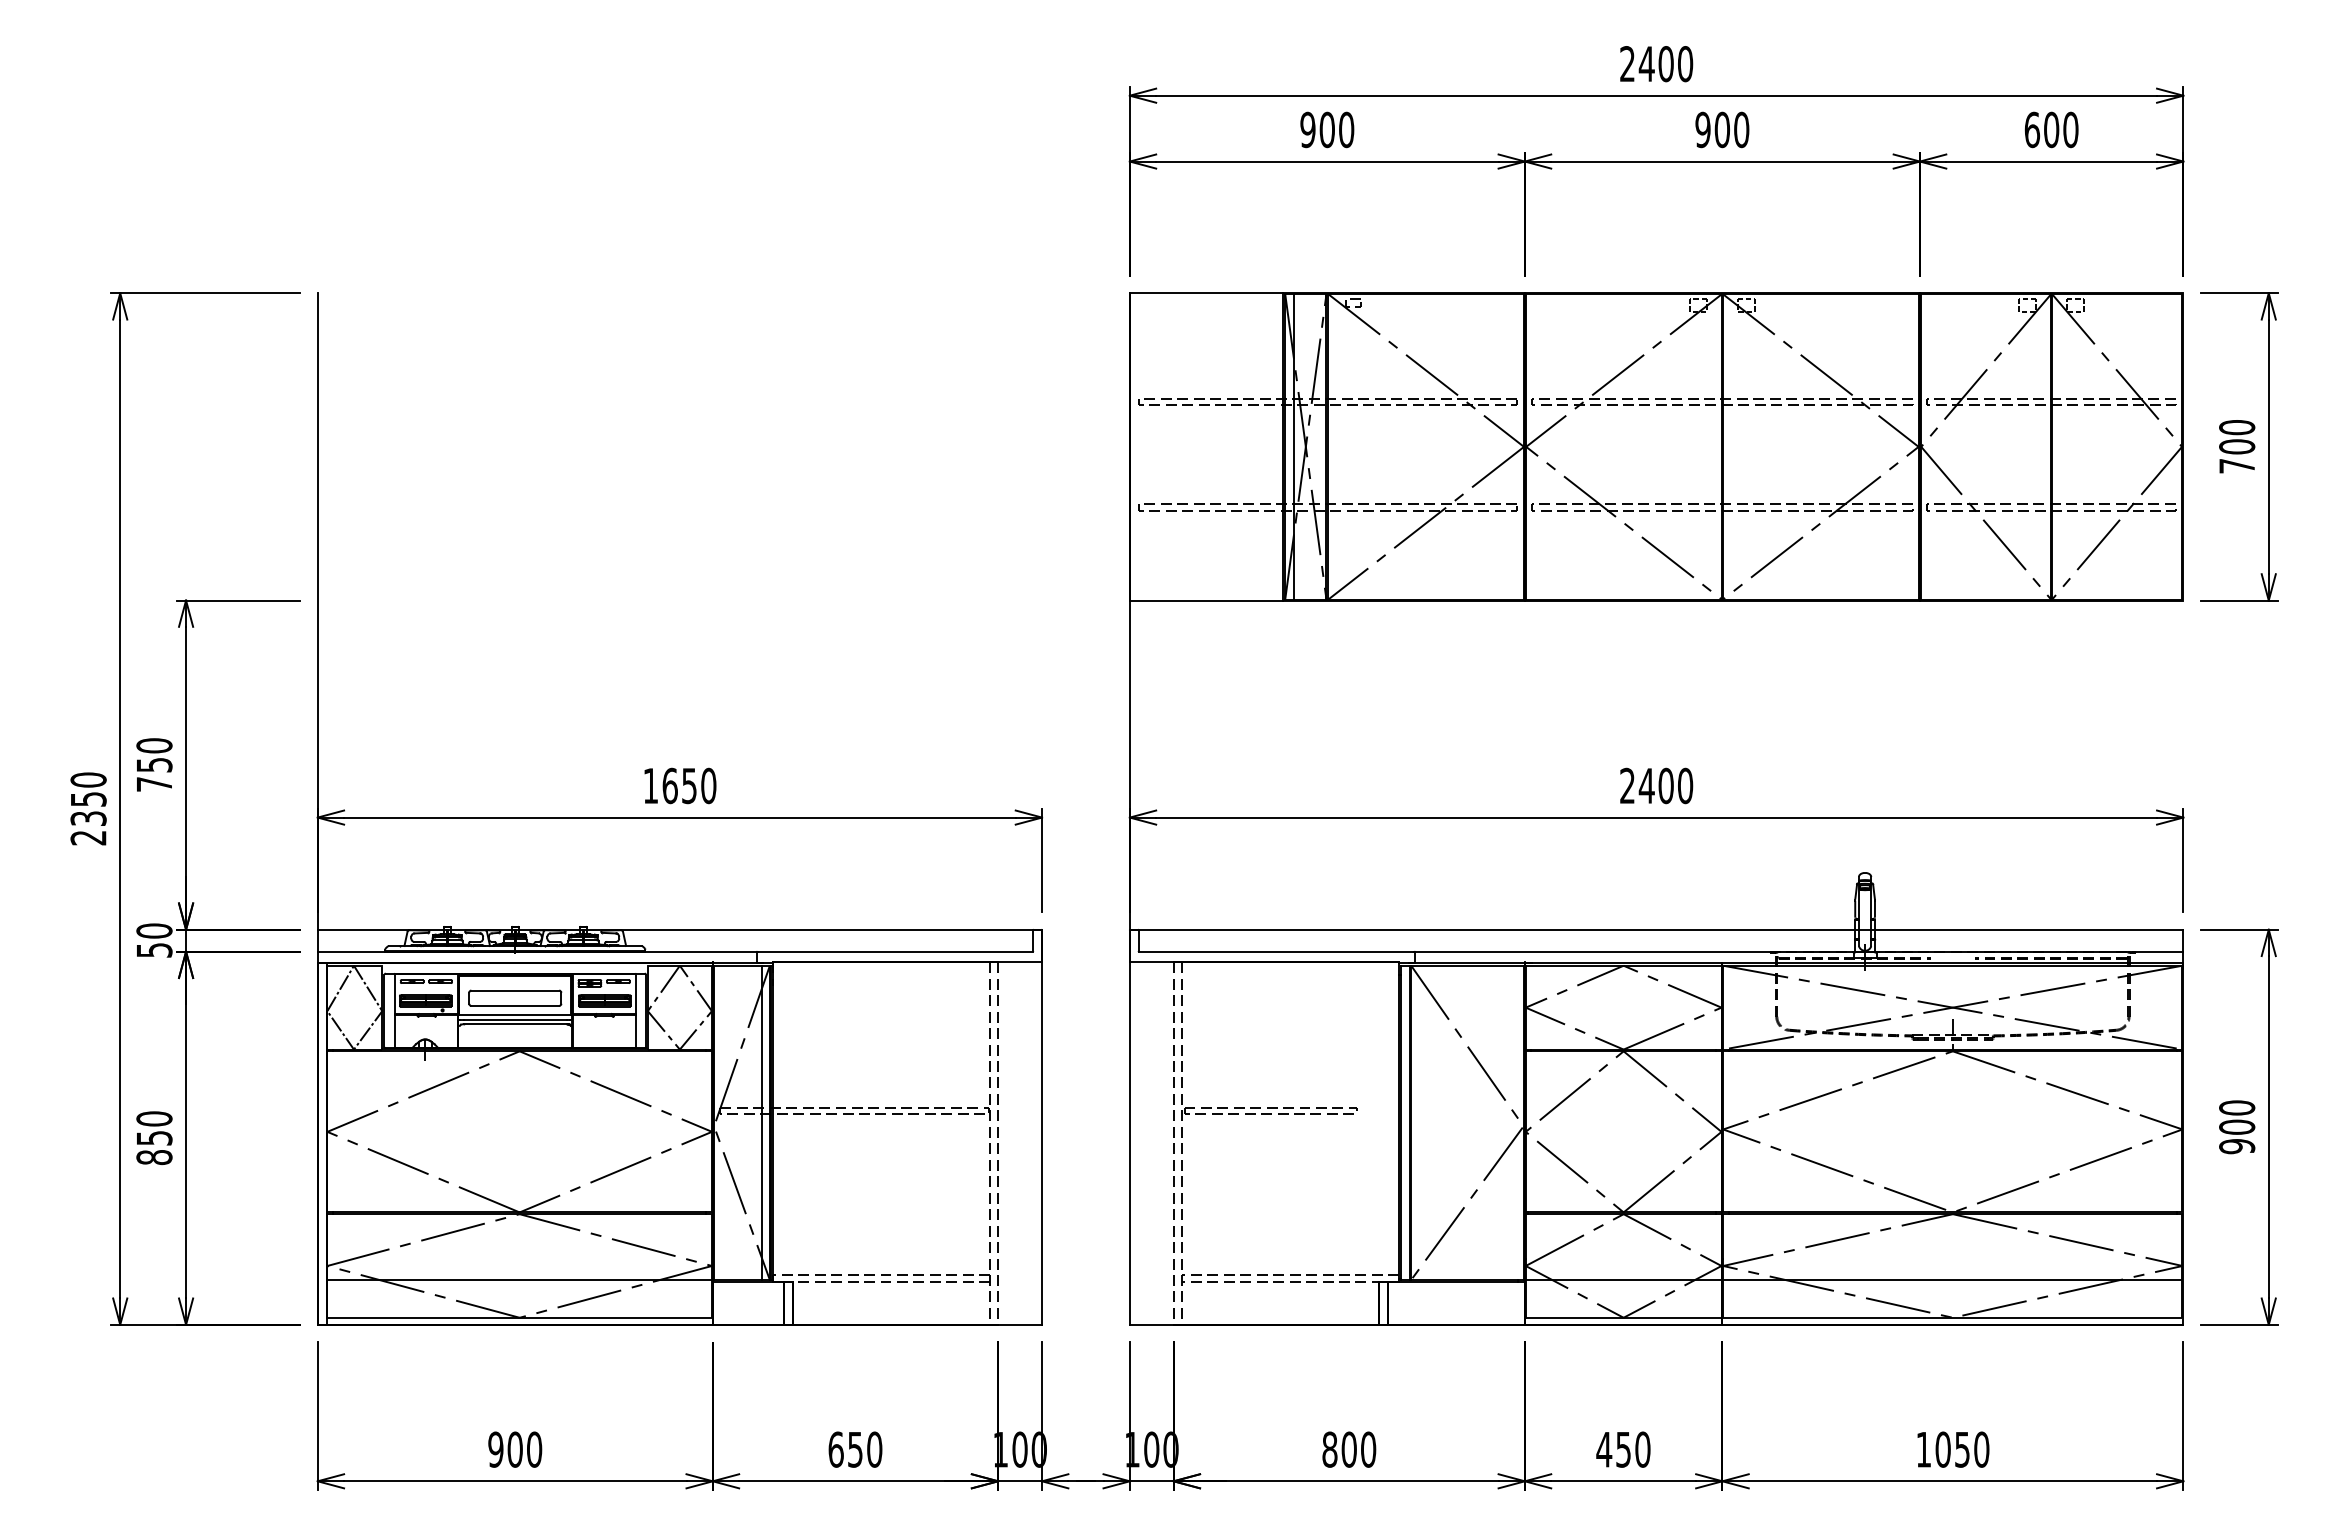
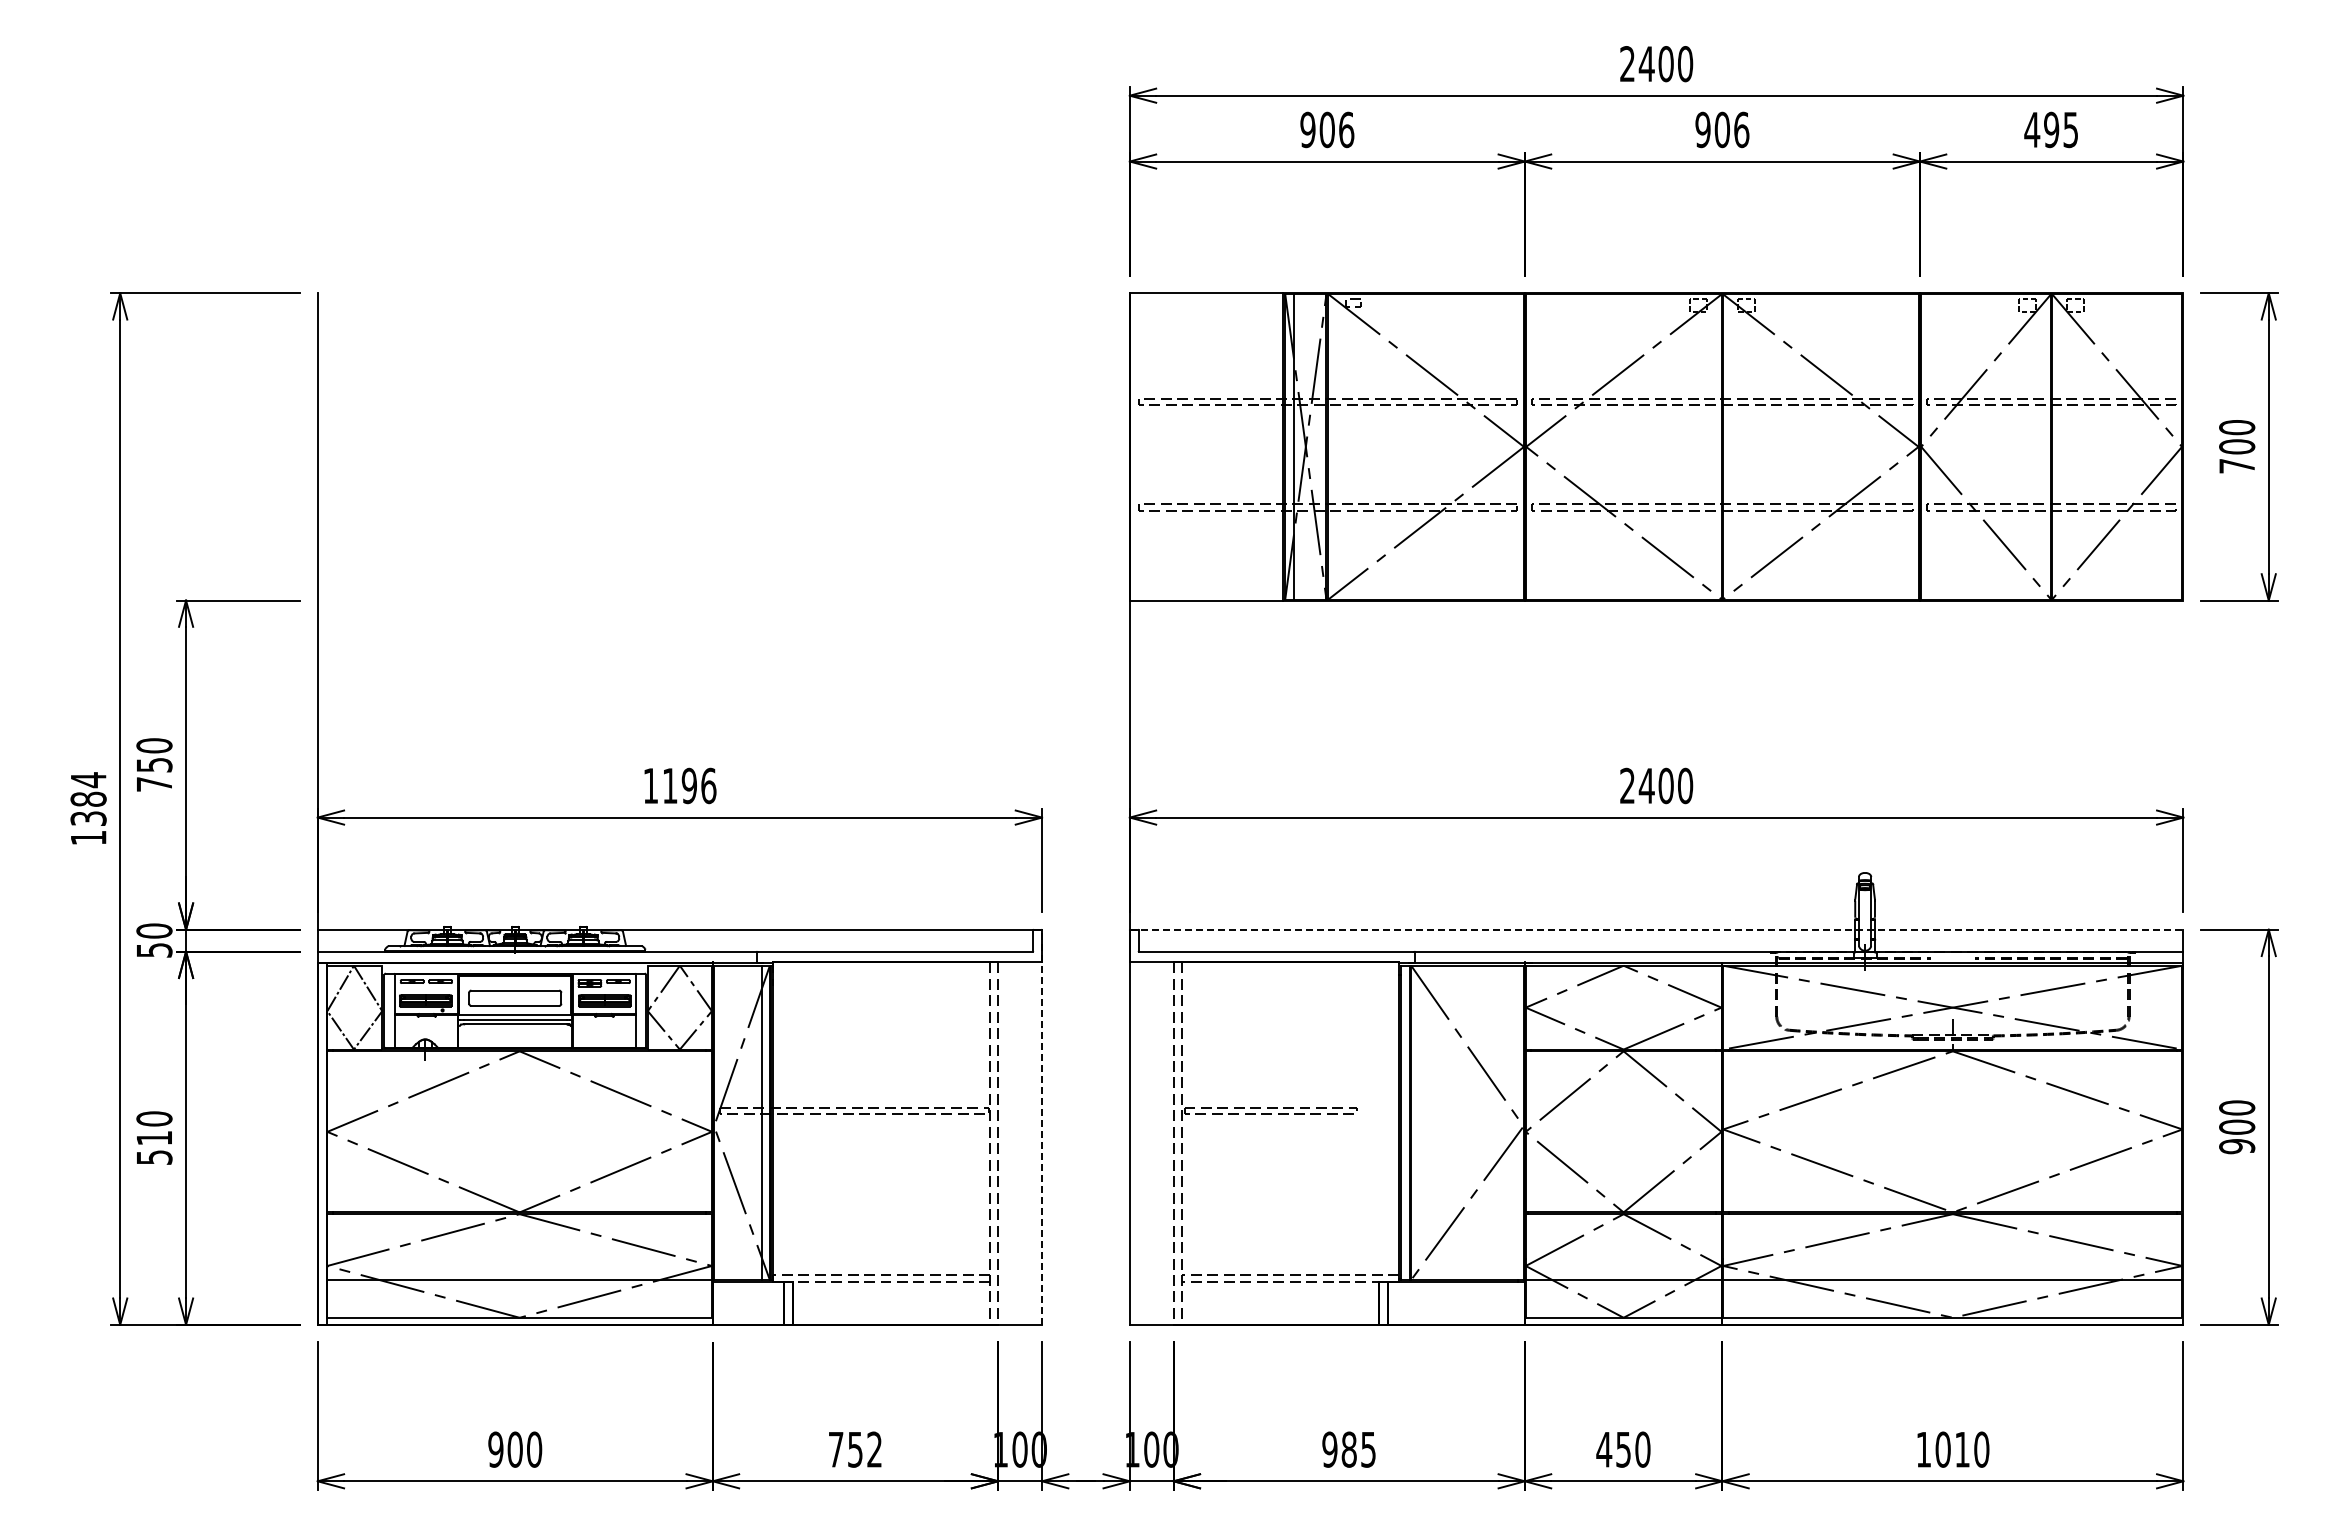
text at (1346, 129): 900 -> 906
text at (1741, 129): 900 -> 906
text at (2051, 129): 600 -> 495
text at (689, 785): 1650 -> 1196
text at (88, 808): 2350 -> 1384
line at (1656, 929): solid -> dashed
line at (1042, 1127): solid -> dashed
text at (154, 1148): 850 -> 510
text at (855, 1449): 650 -> 752
text at (1349, 1449): 800 -> 985
text at (1962, 1449): 1050 -> 1010
